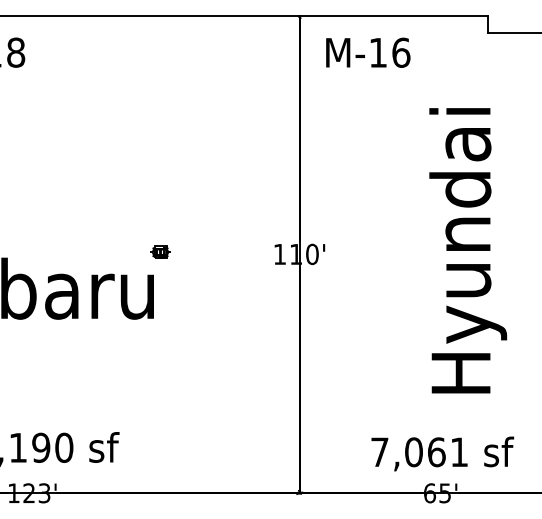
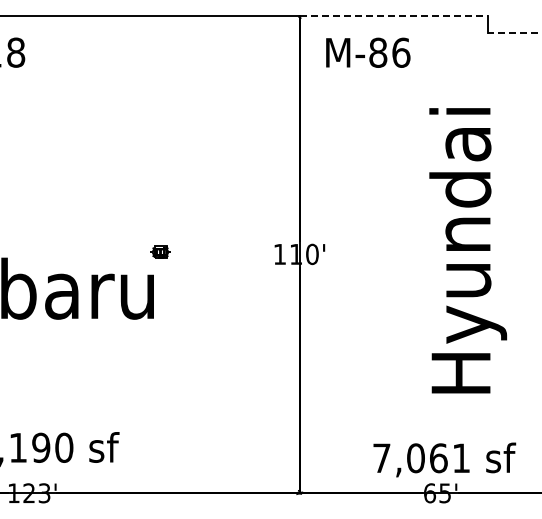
line at (394, 15): solid -> dashed
line at (514, 33): solid -> dashed
text at (378, 52): M-16 -> M-86
text at (442, 453) position: (442, 453) -> (444, 459)
